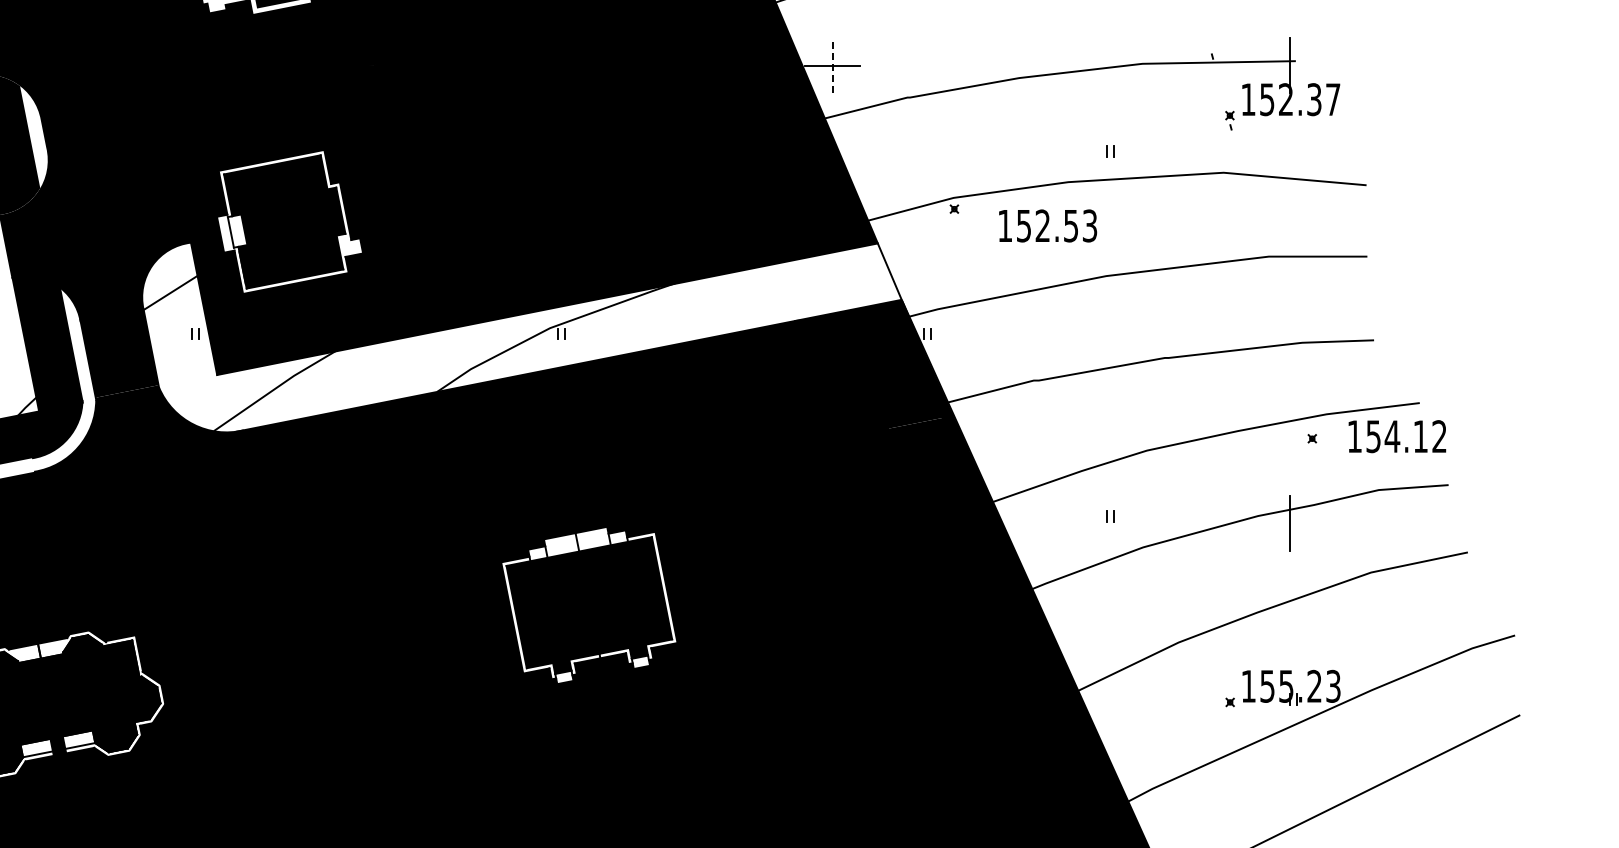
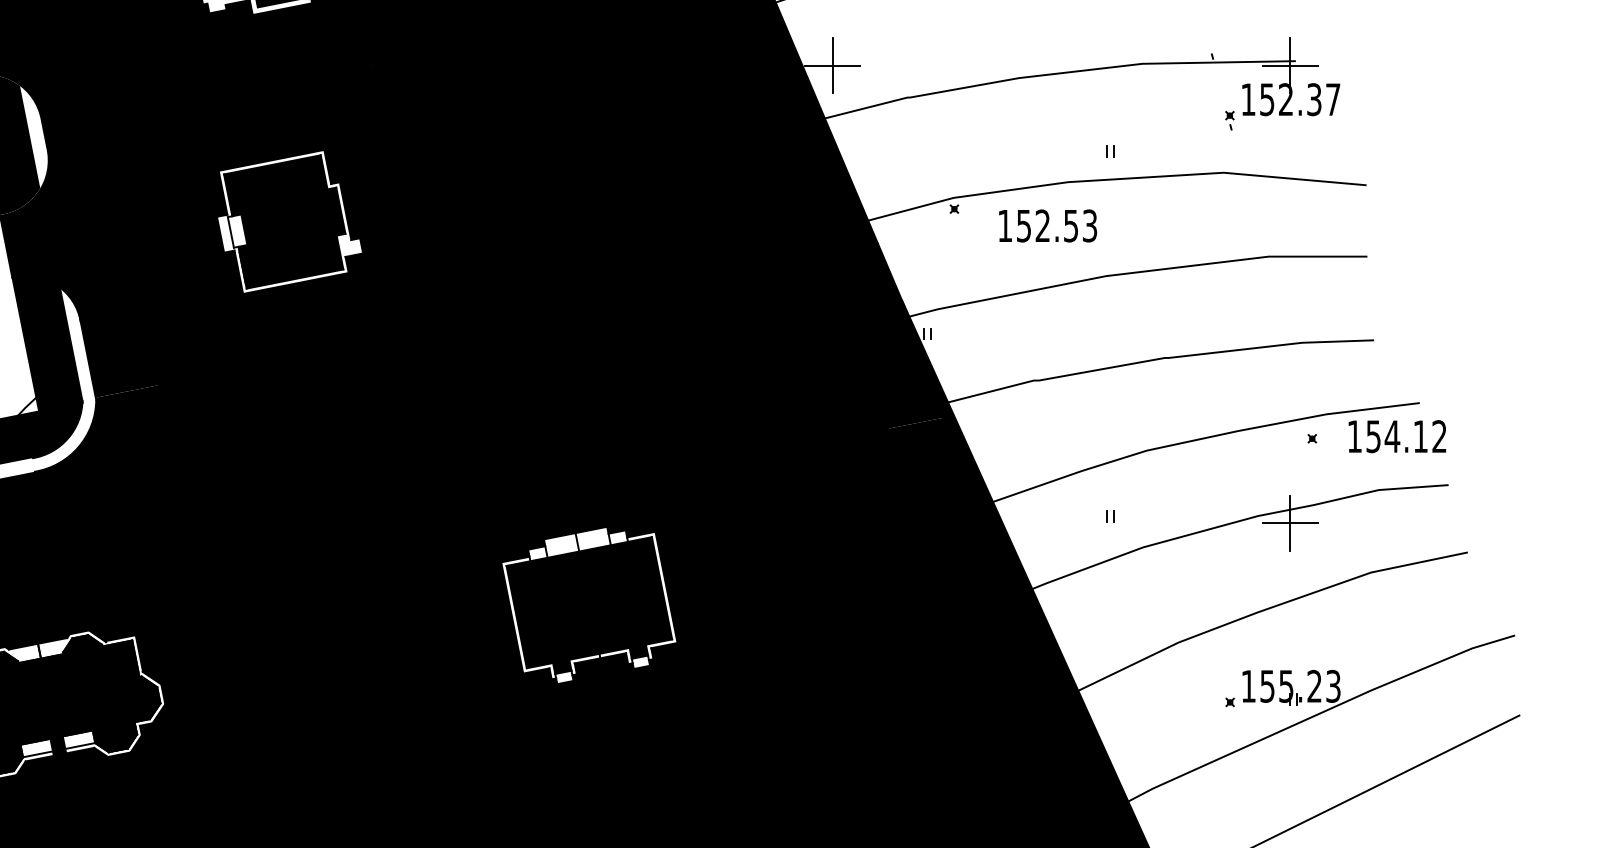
line at (832, 65): dashed -> solid
line at (1289, 65): none -> present
fill at (521, 337): none -> present
line at (1289, 523): none -> present
